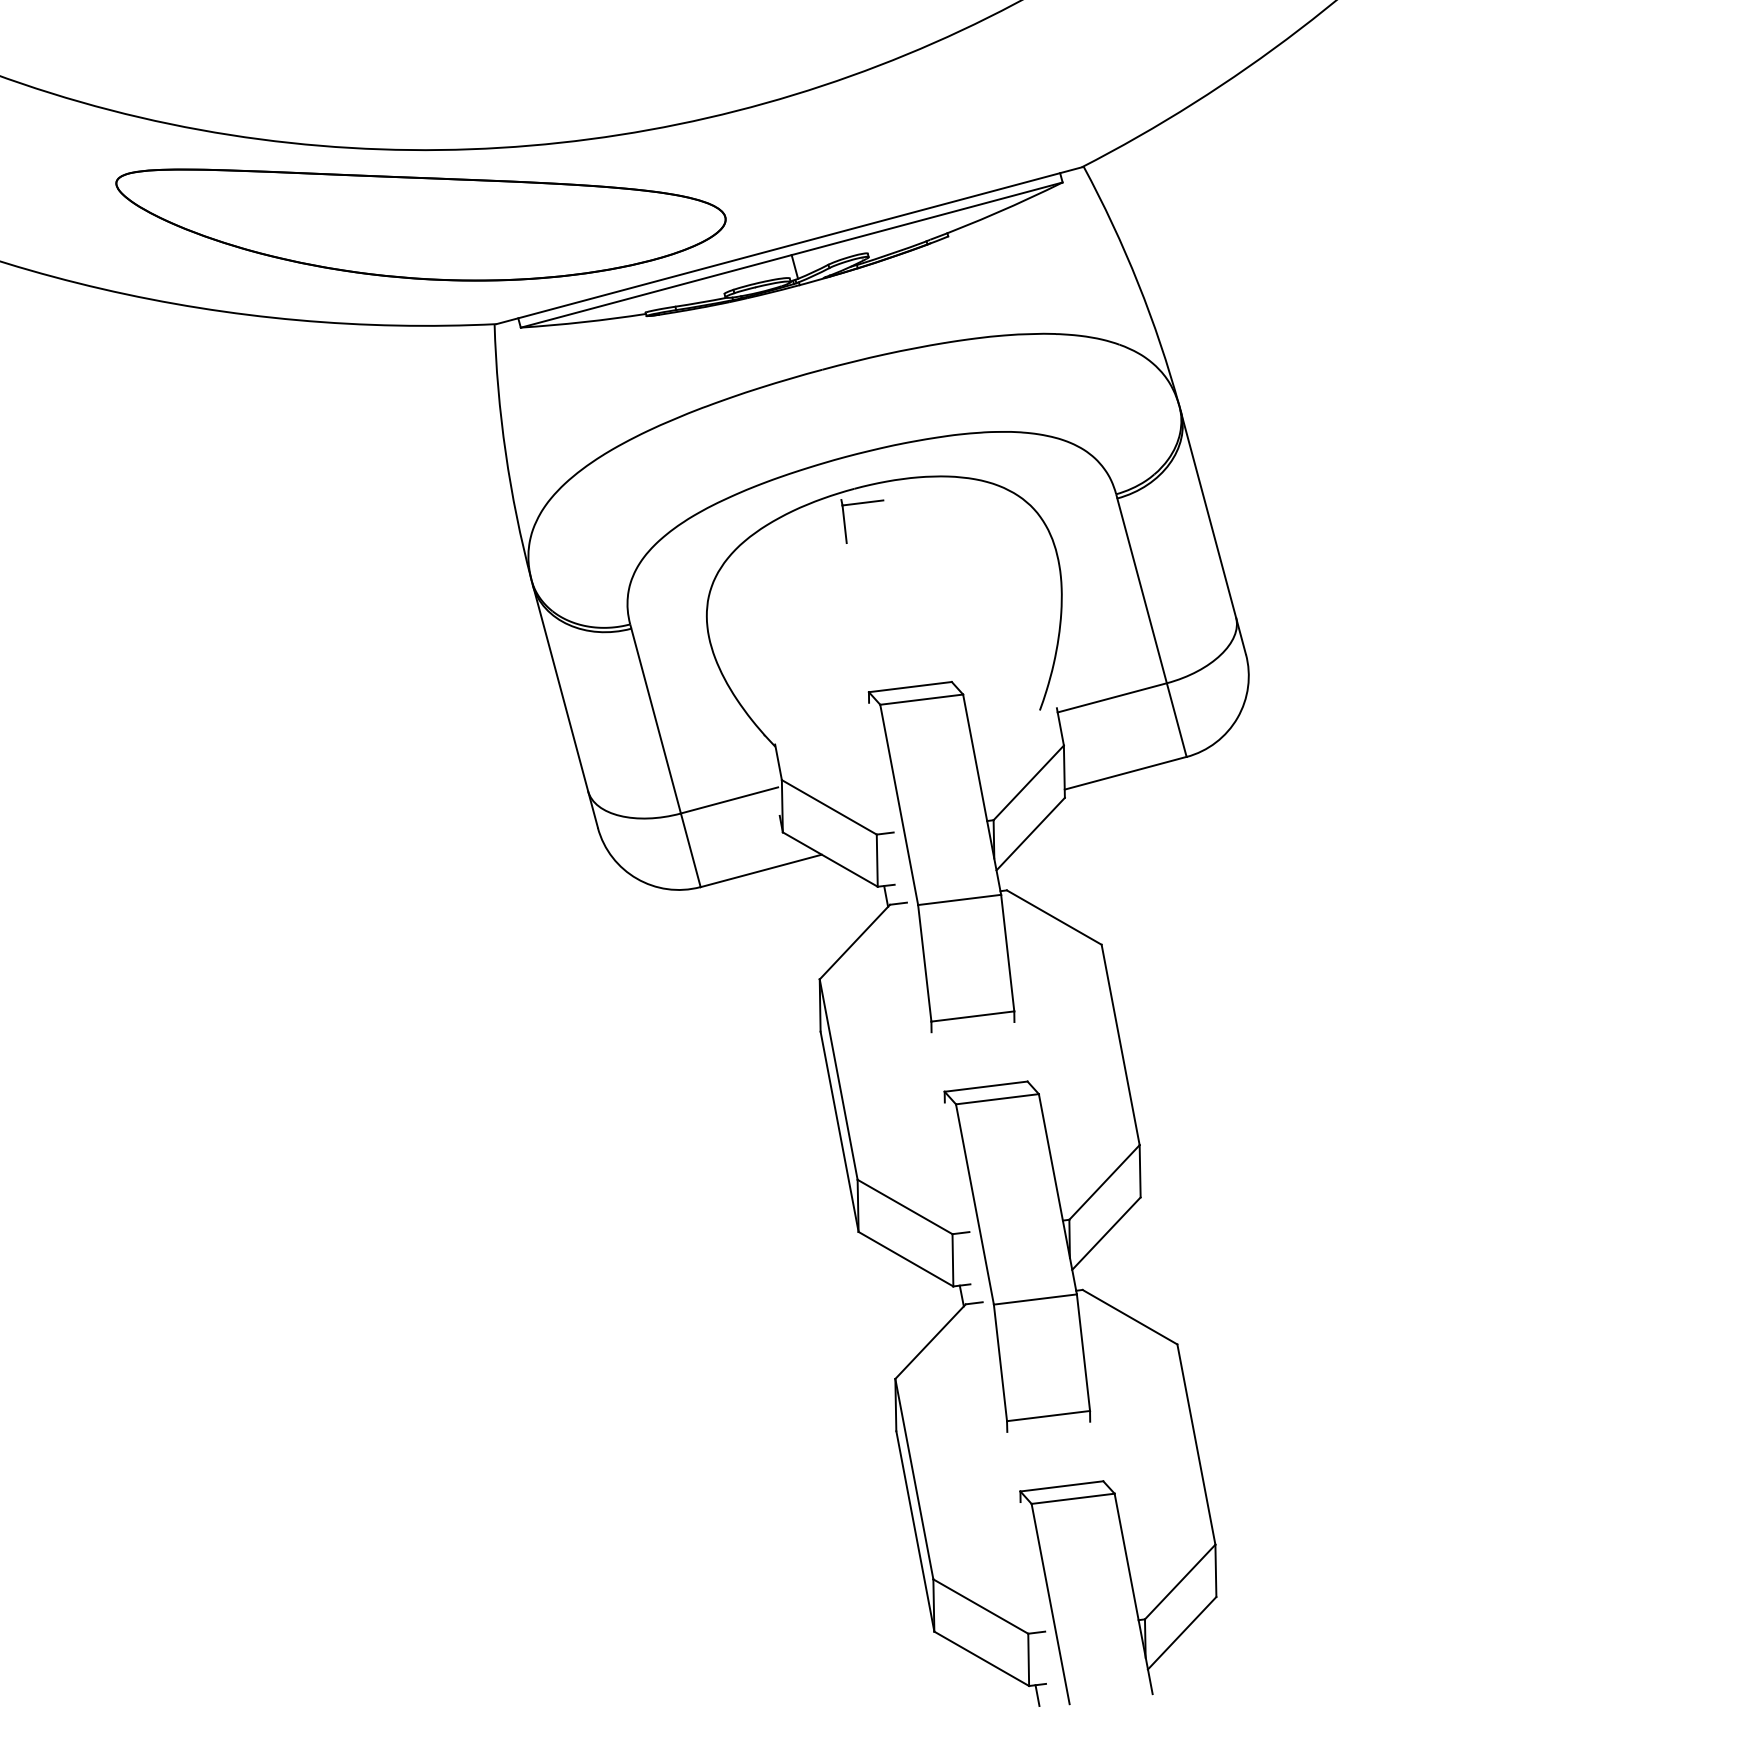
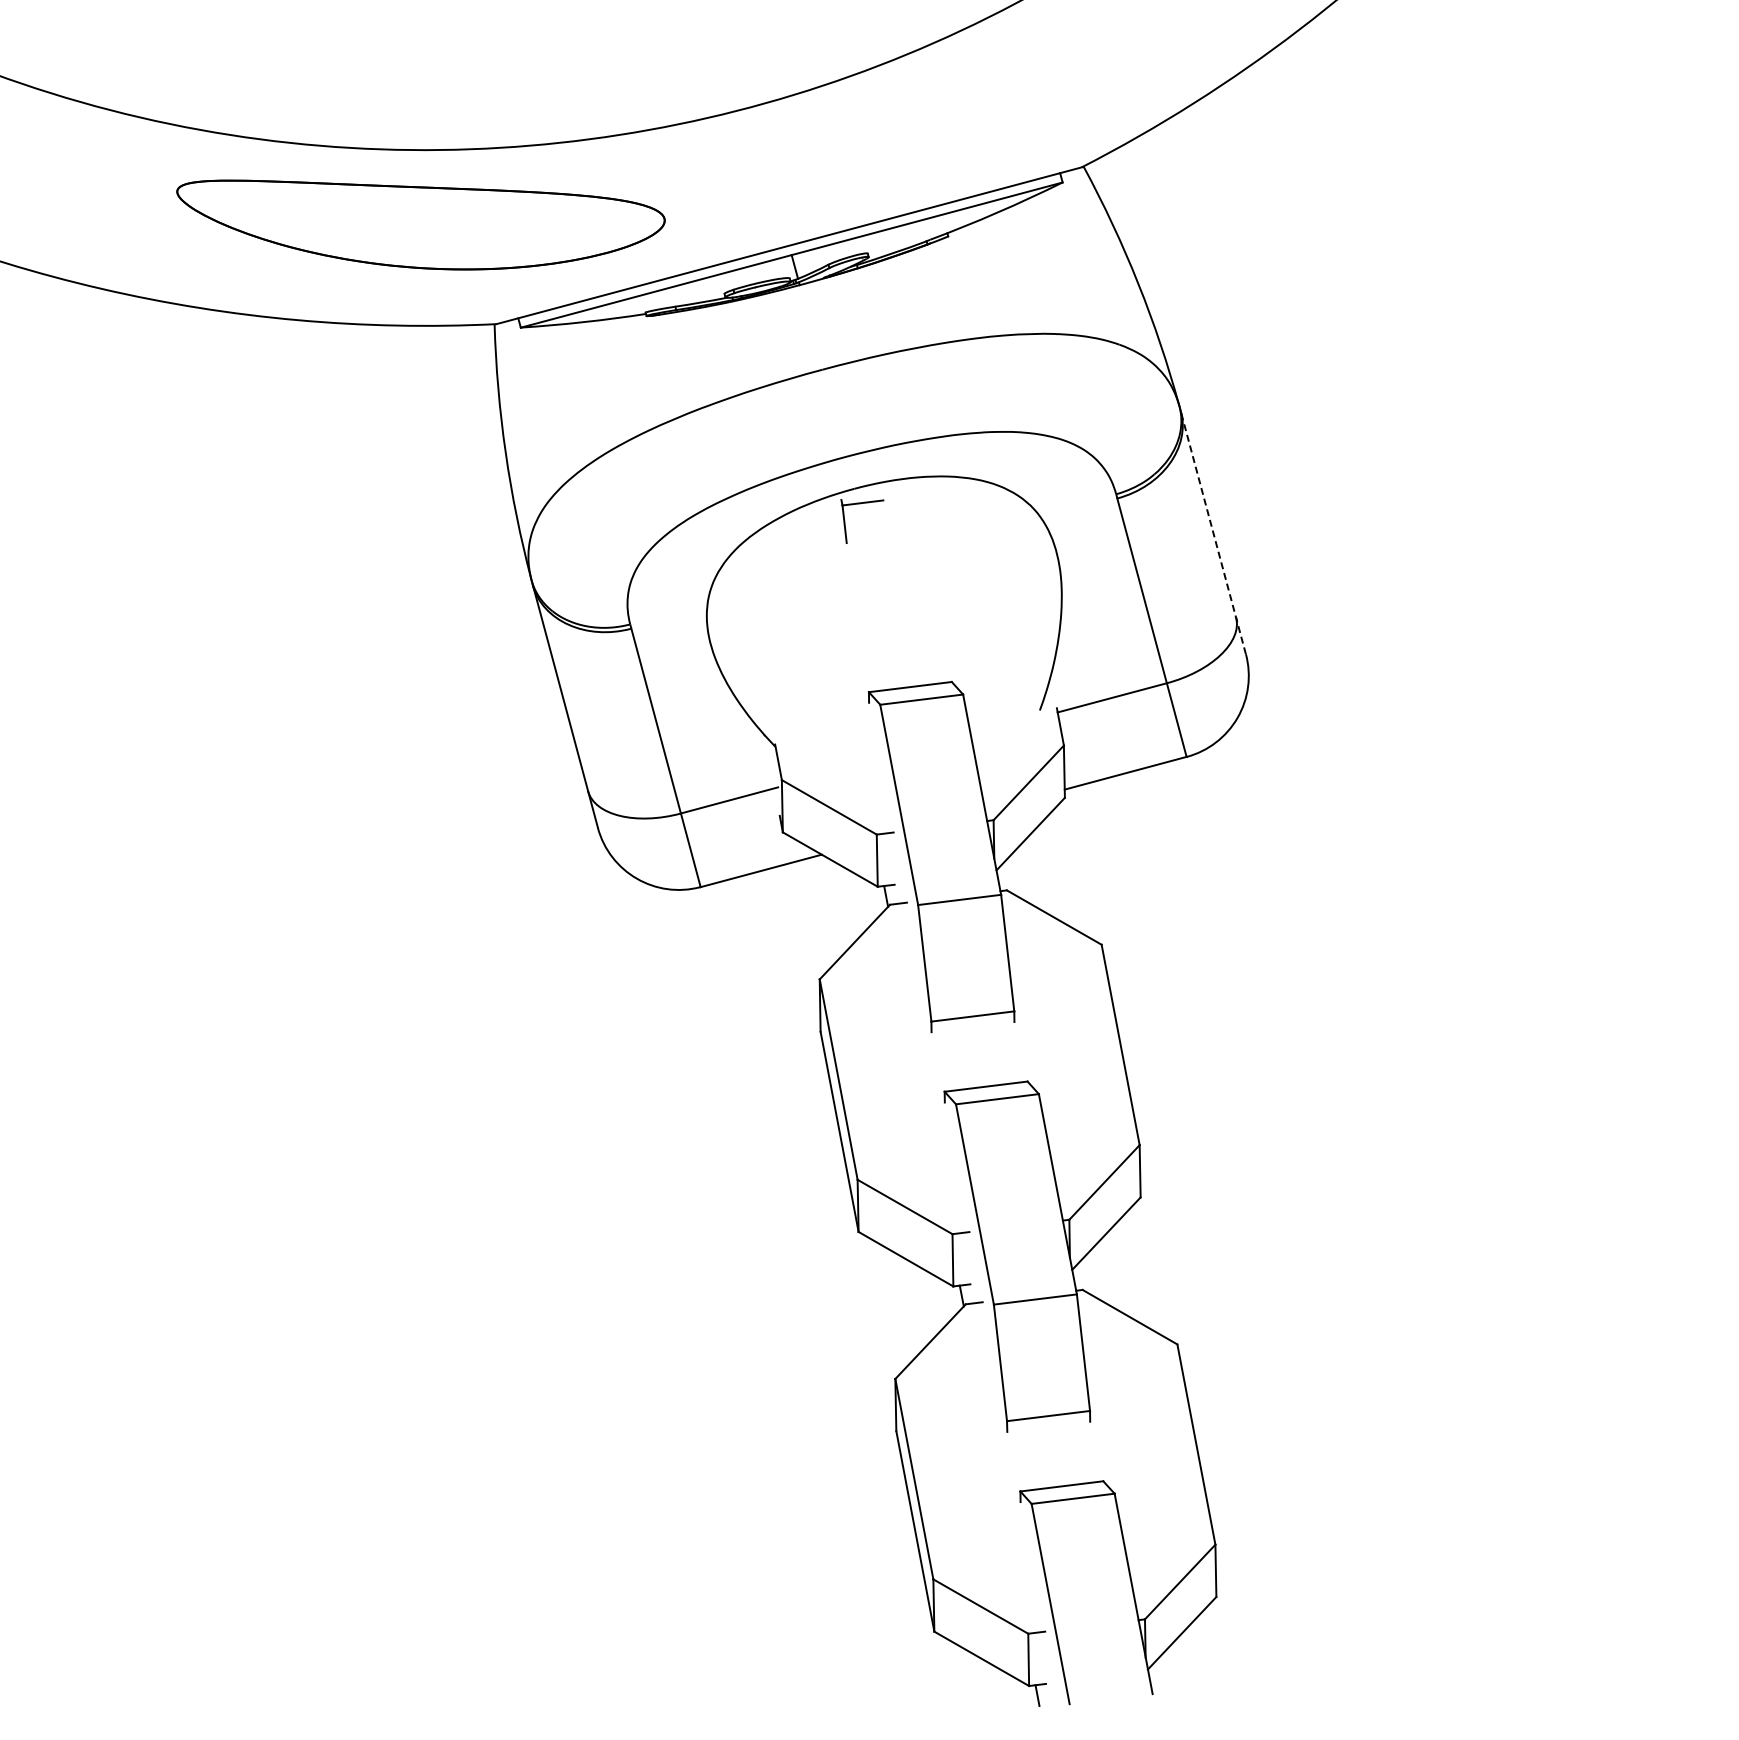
part at (420, 224) size: 612x114 px -> 490x92 px
line at (1213, 532): solid -> dashed
